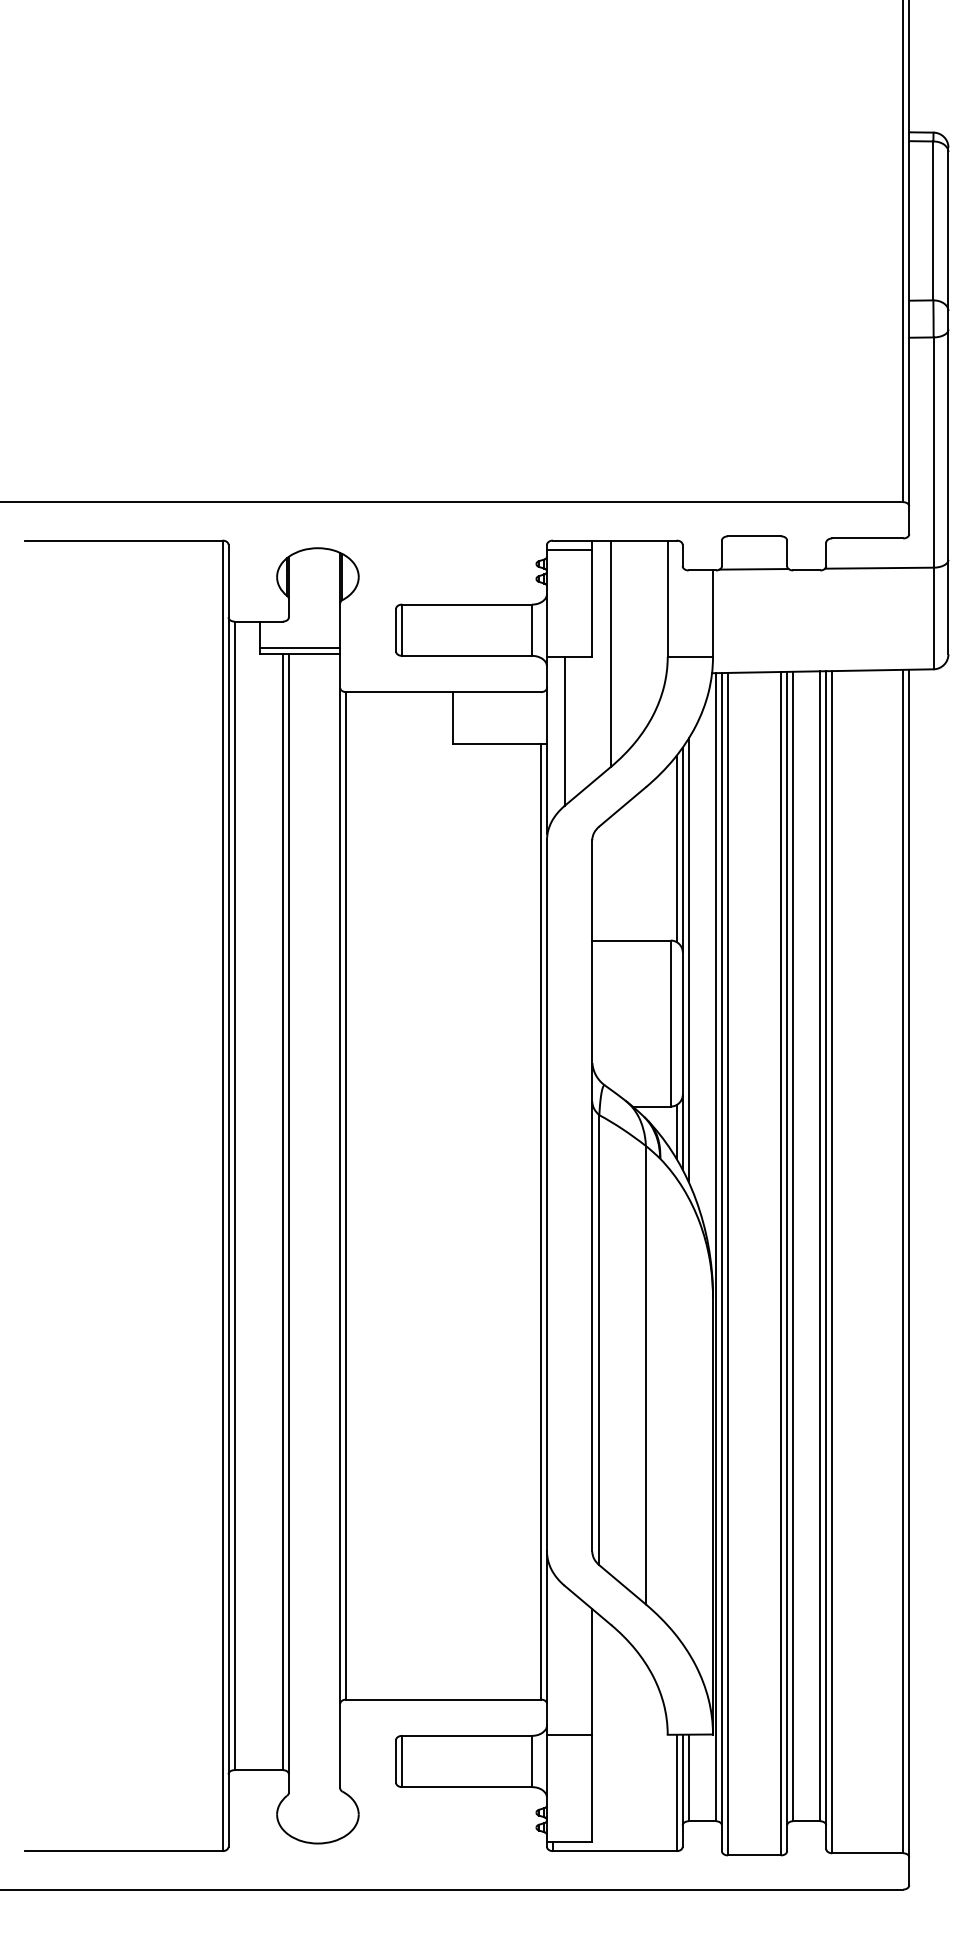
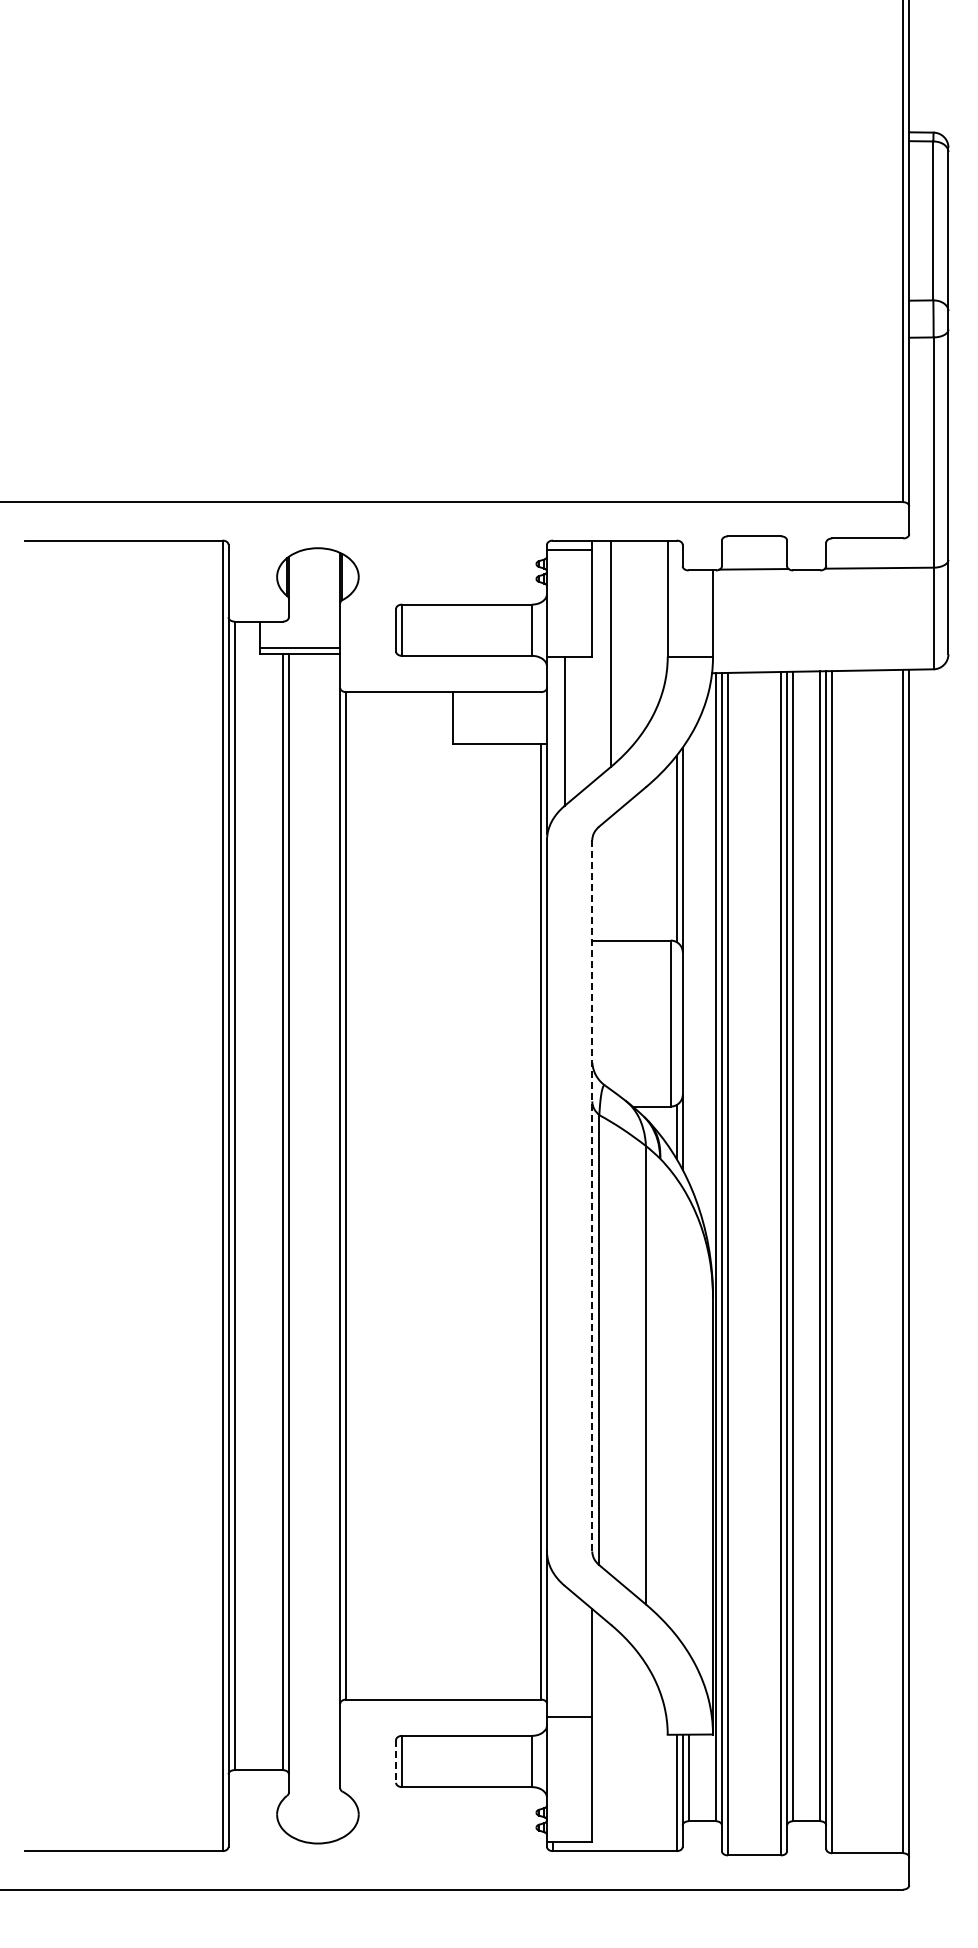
line at (688, 960): present -> none
line at (592, 1195): solid -> dashed
line at (569, 1734) position: (569, 1734) -> (569, 1716)
line at (396, 1761): solid -> dashed
